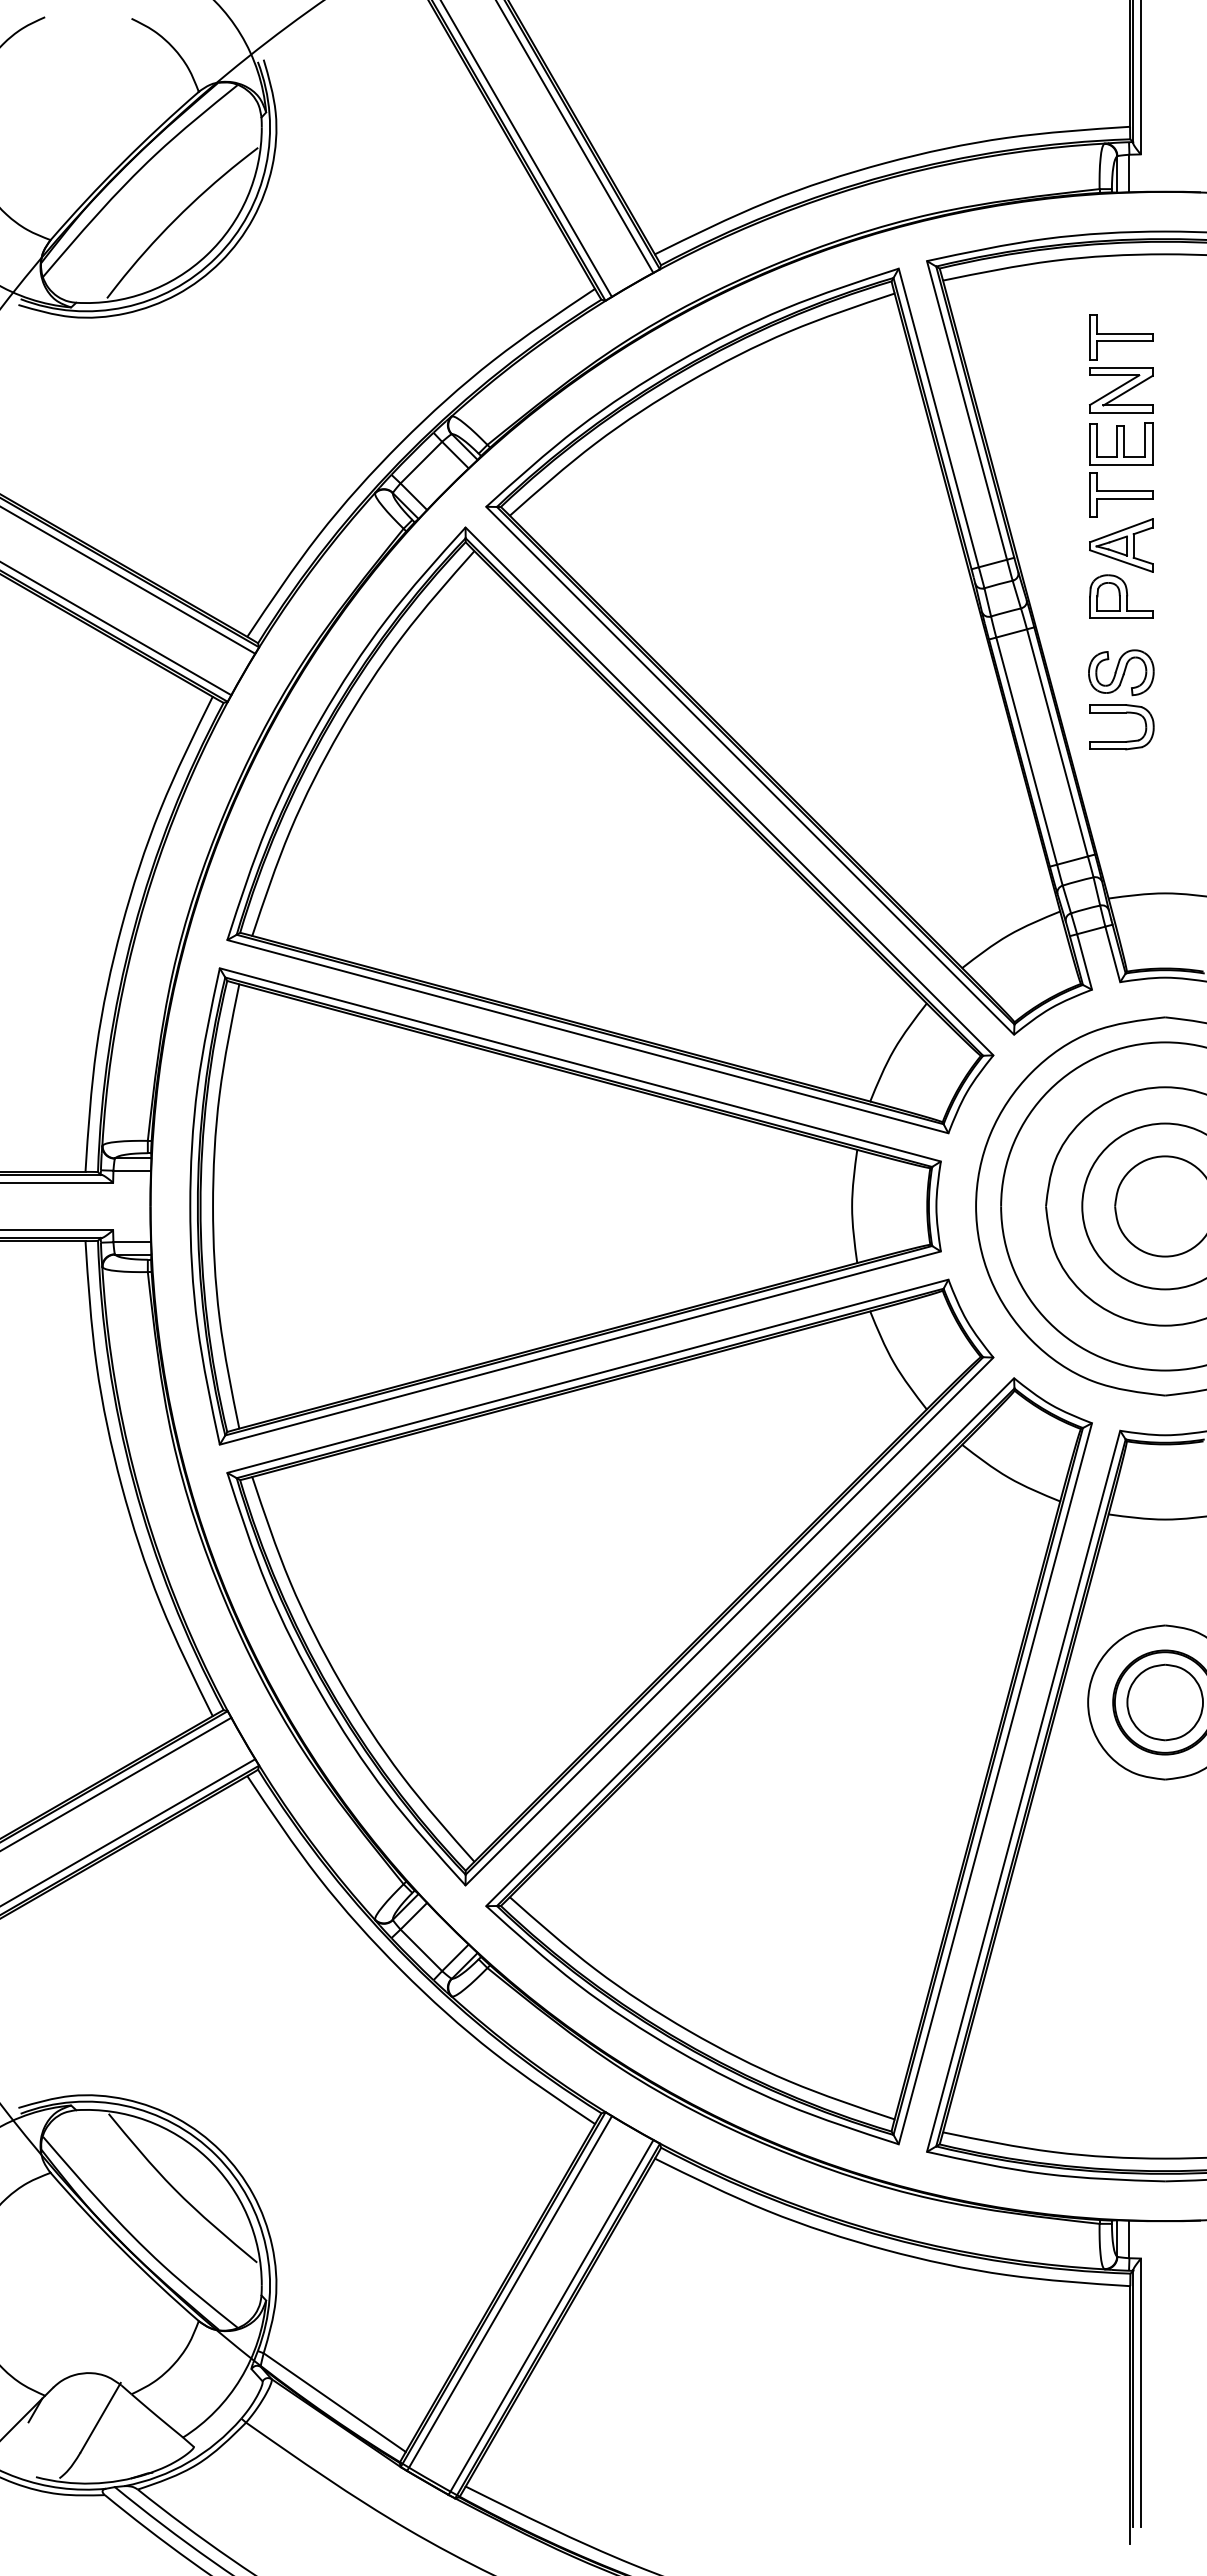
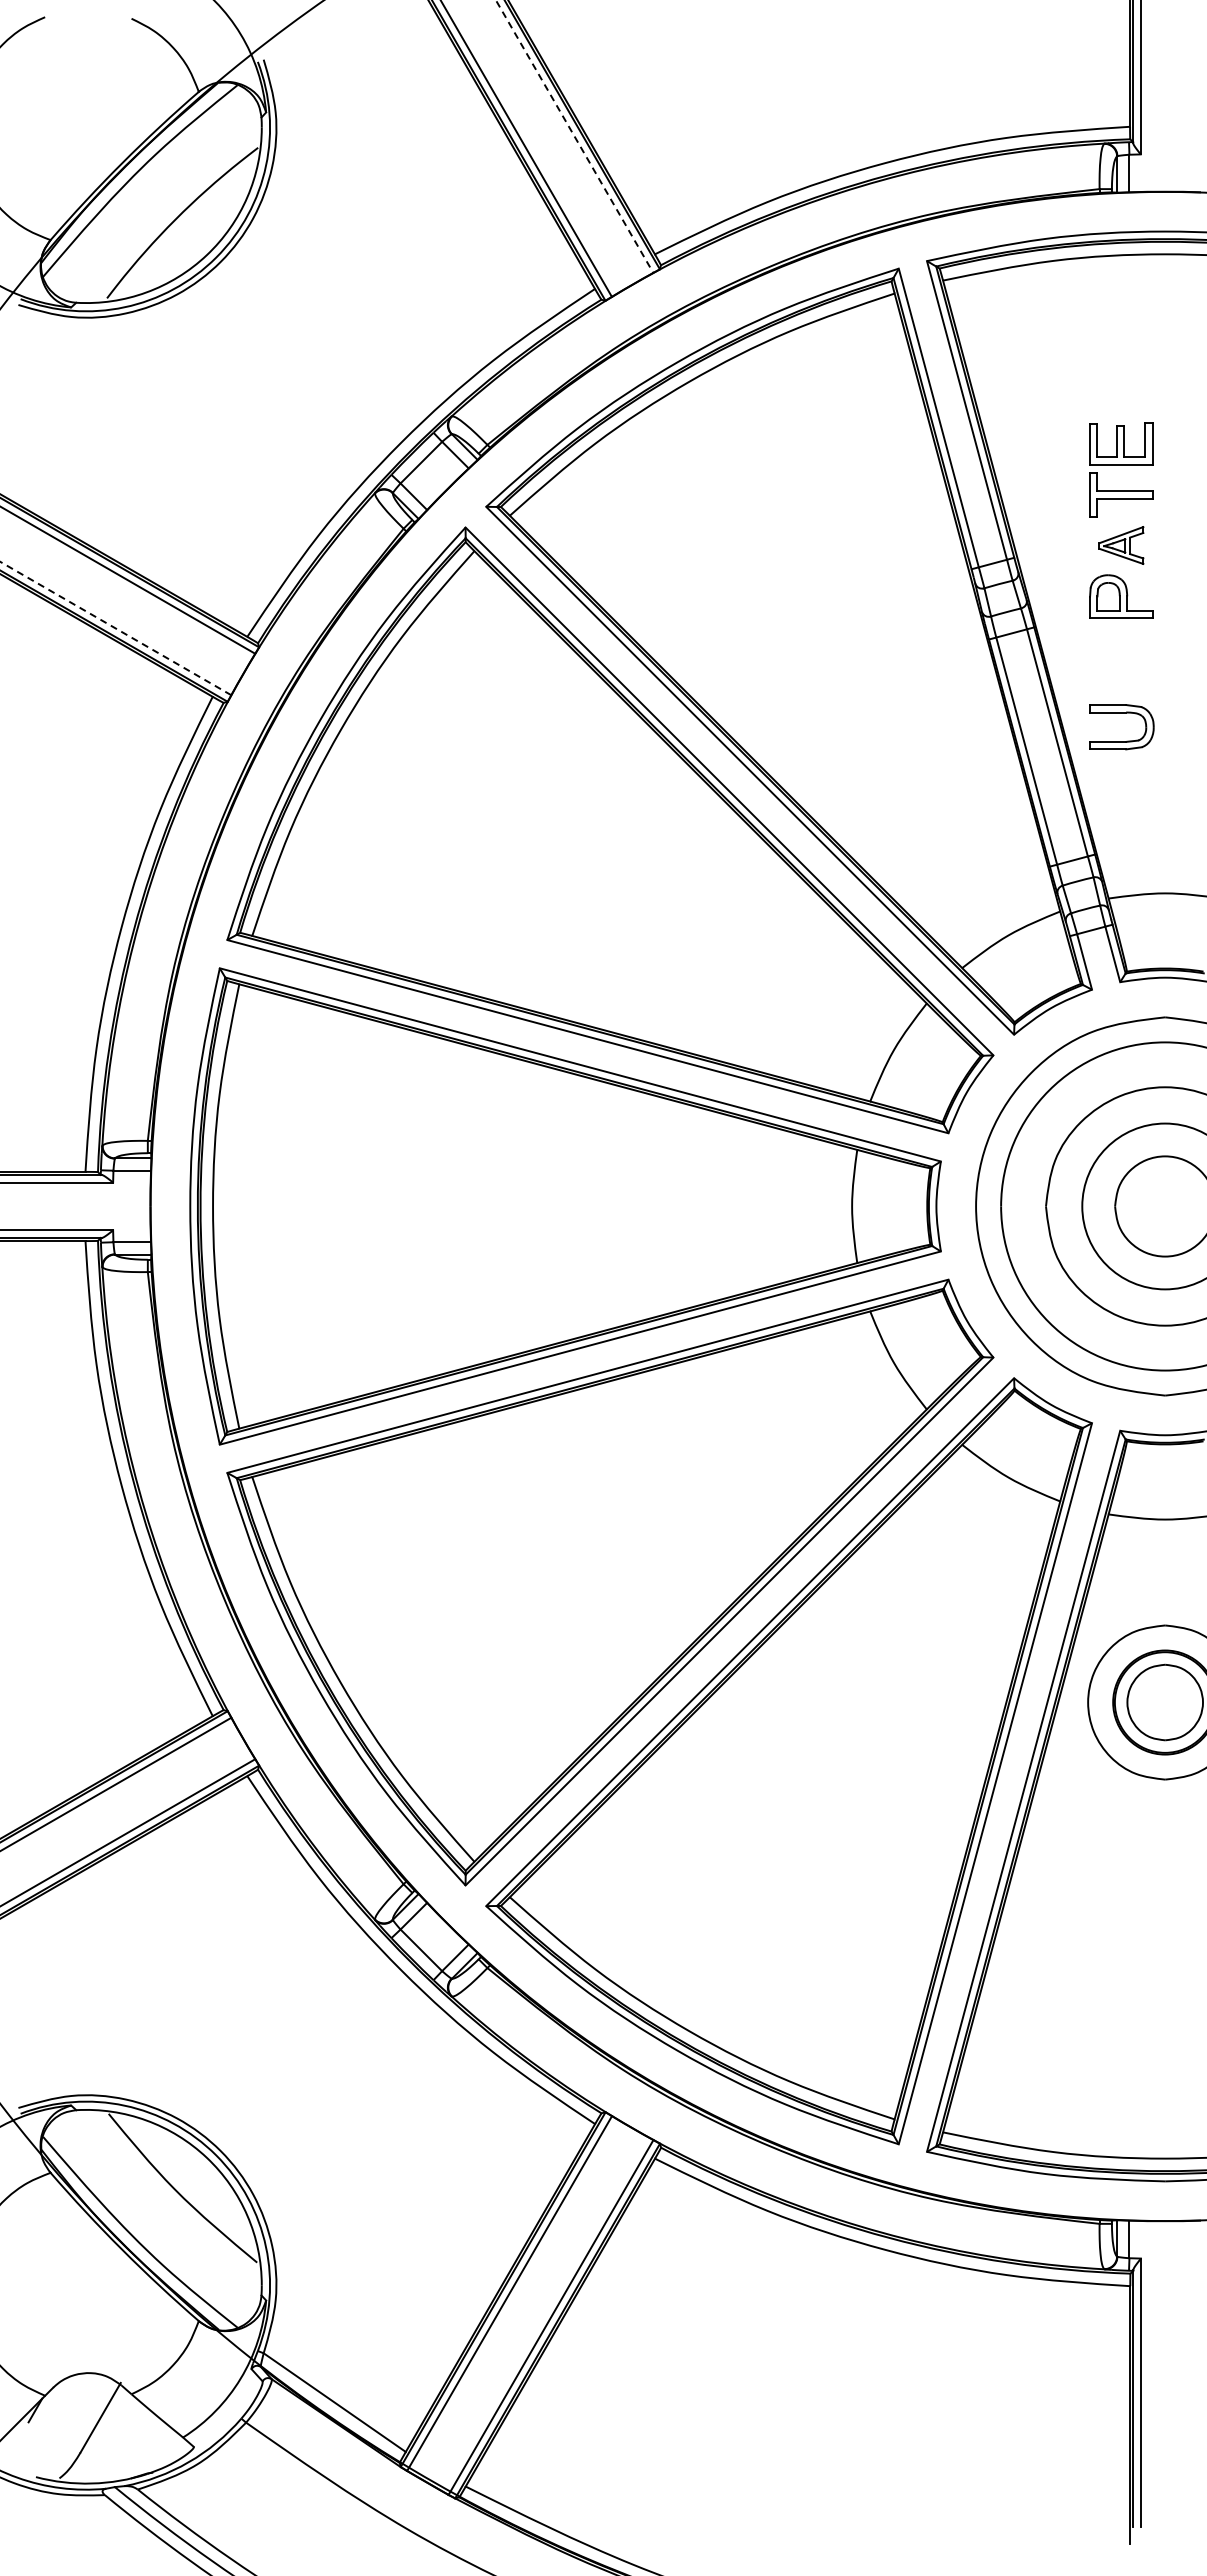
line at (574, 137): solid -> dashed
part at (1121, 363): present -> none
part at (1121, 545) size: 65x55 px -> 47x39 px
line at (115, 628): solid -> dashed
part at (1121, 672): present -> none
